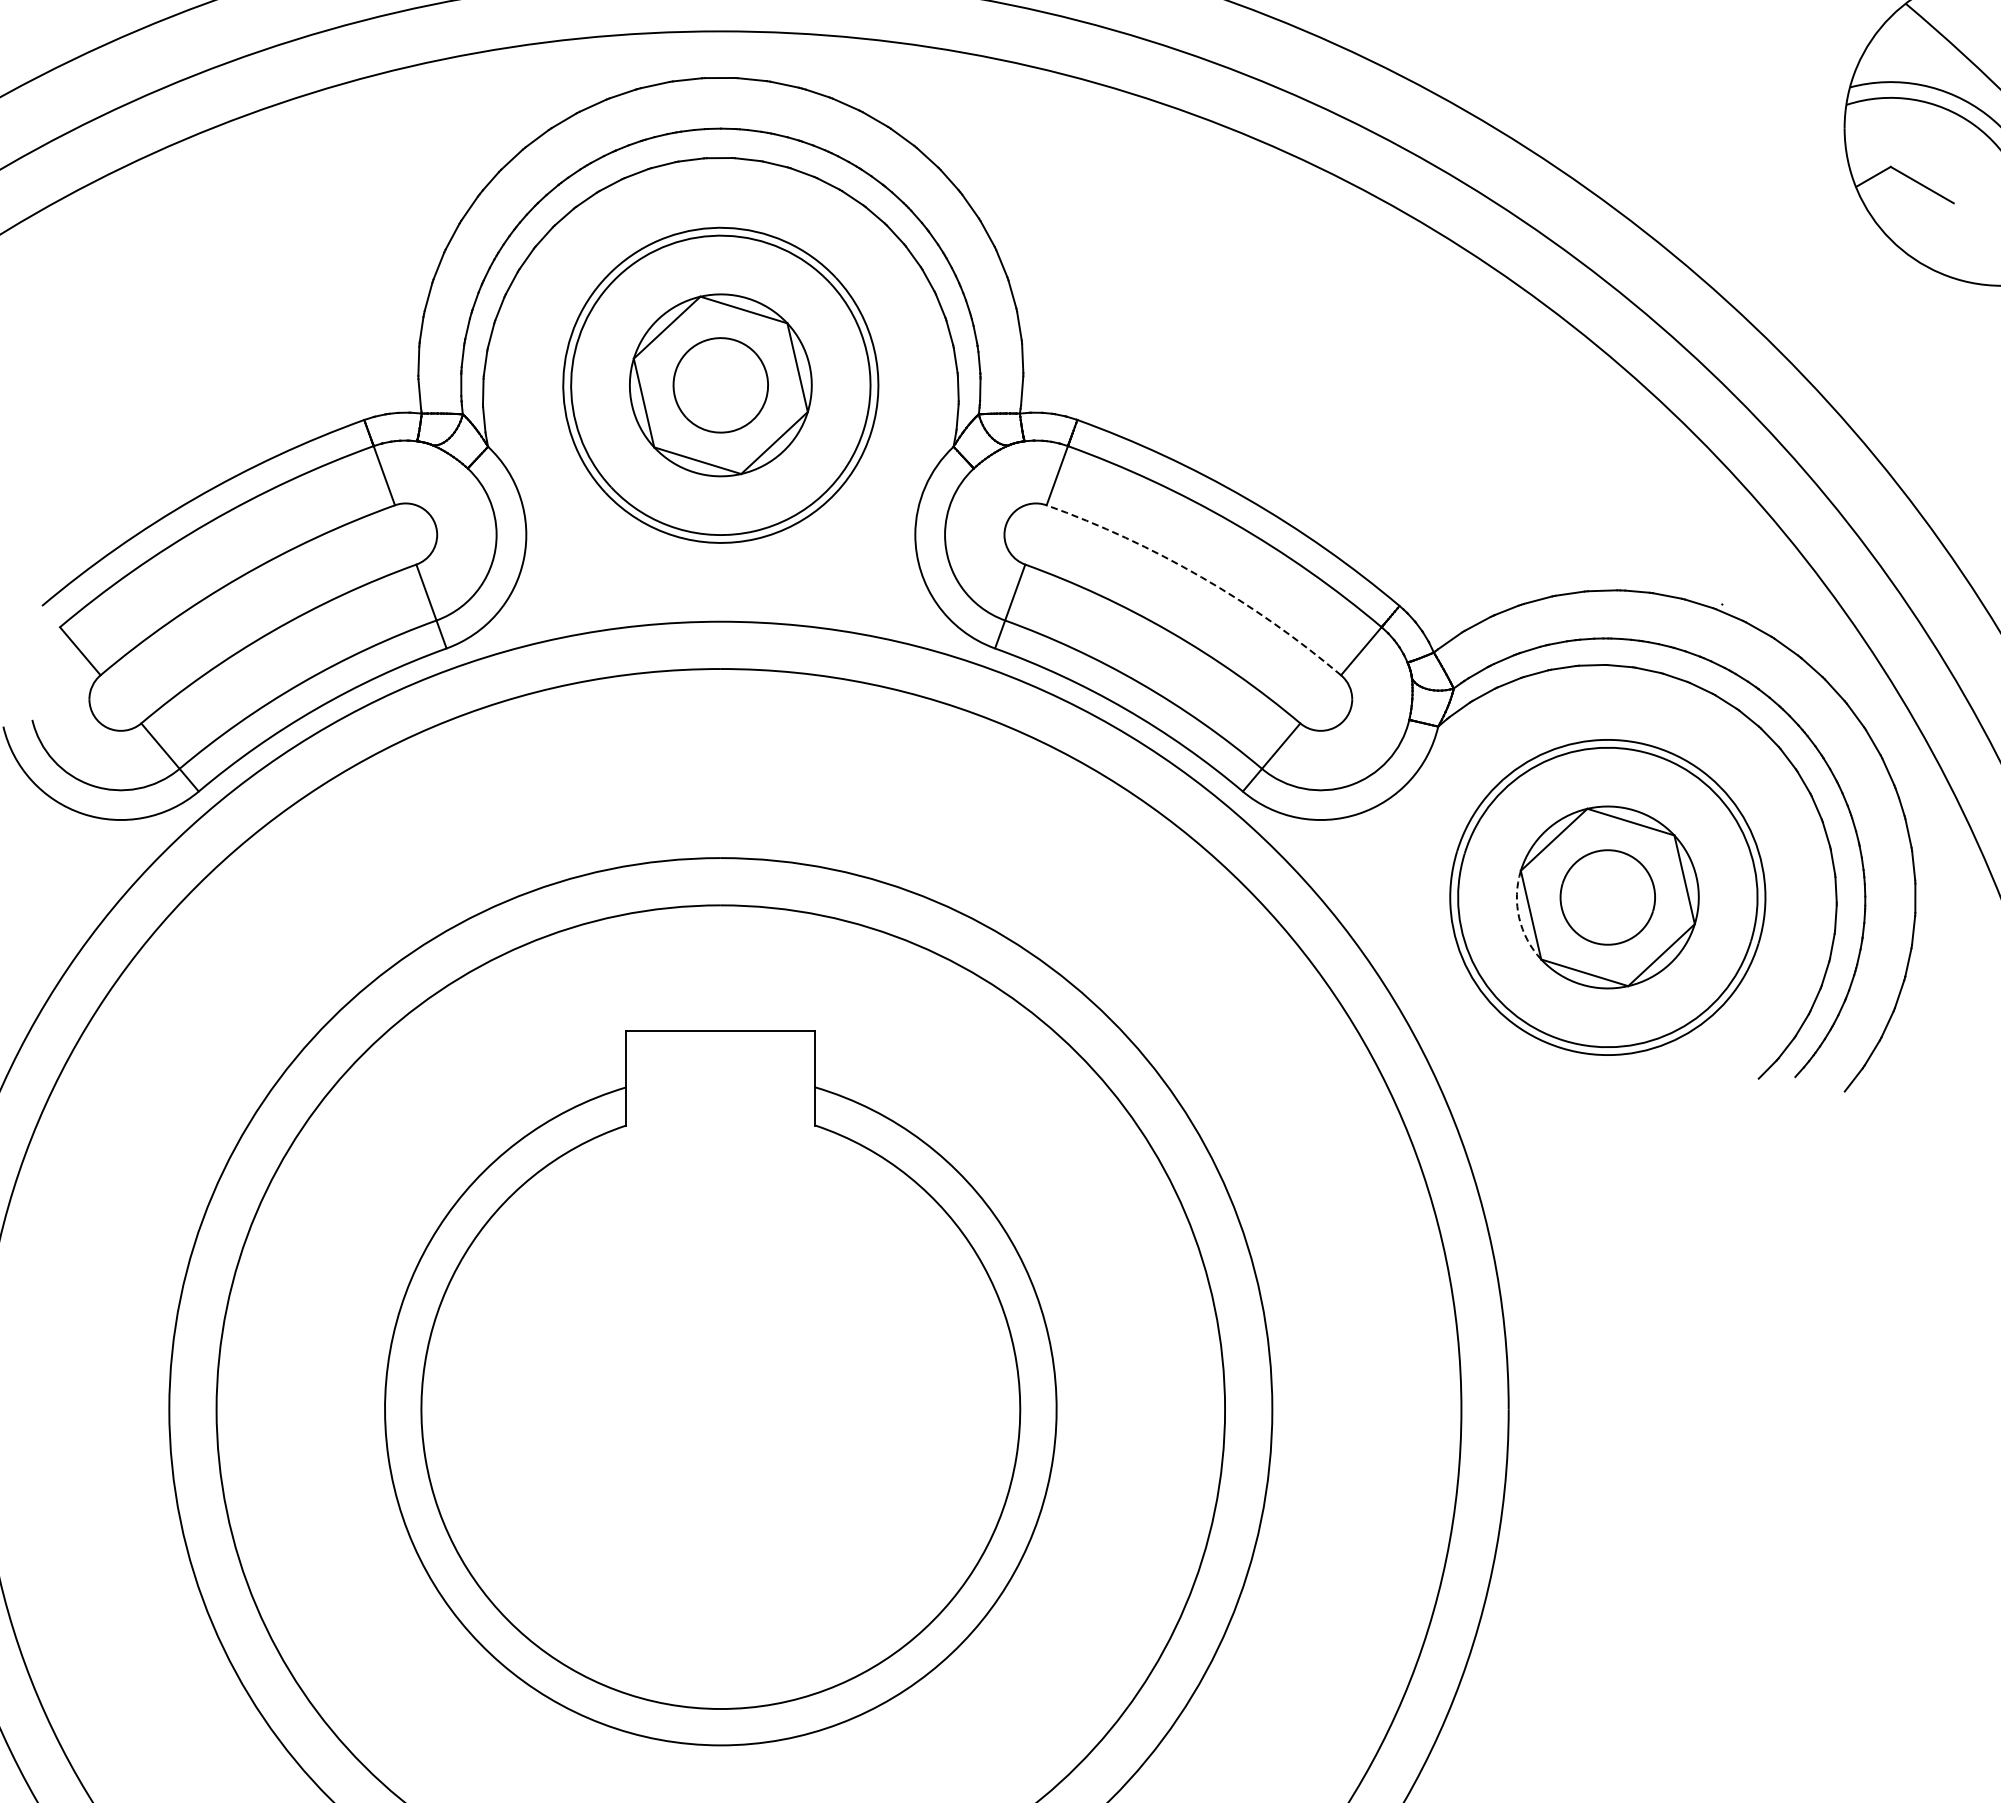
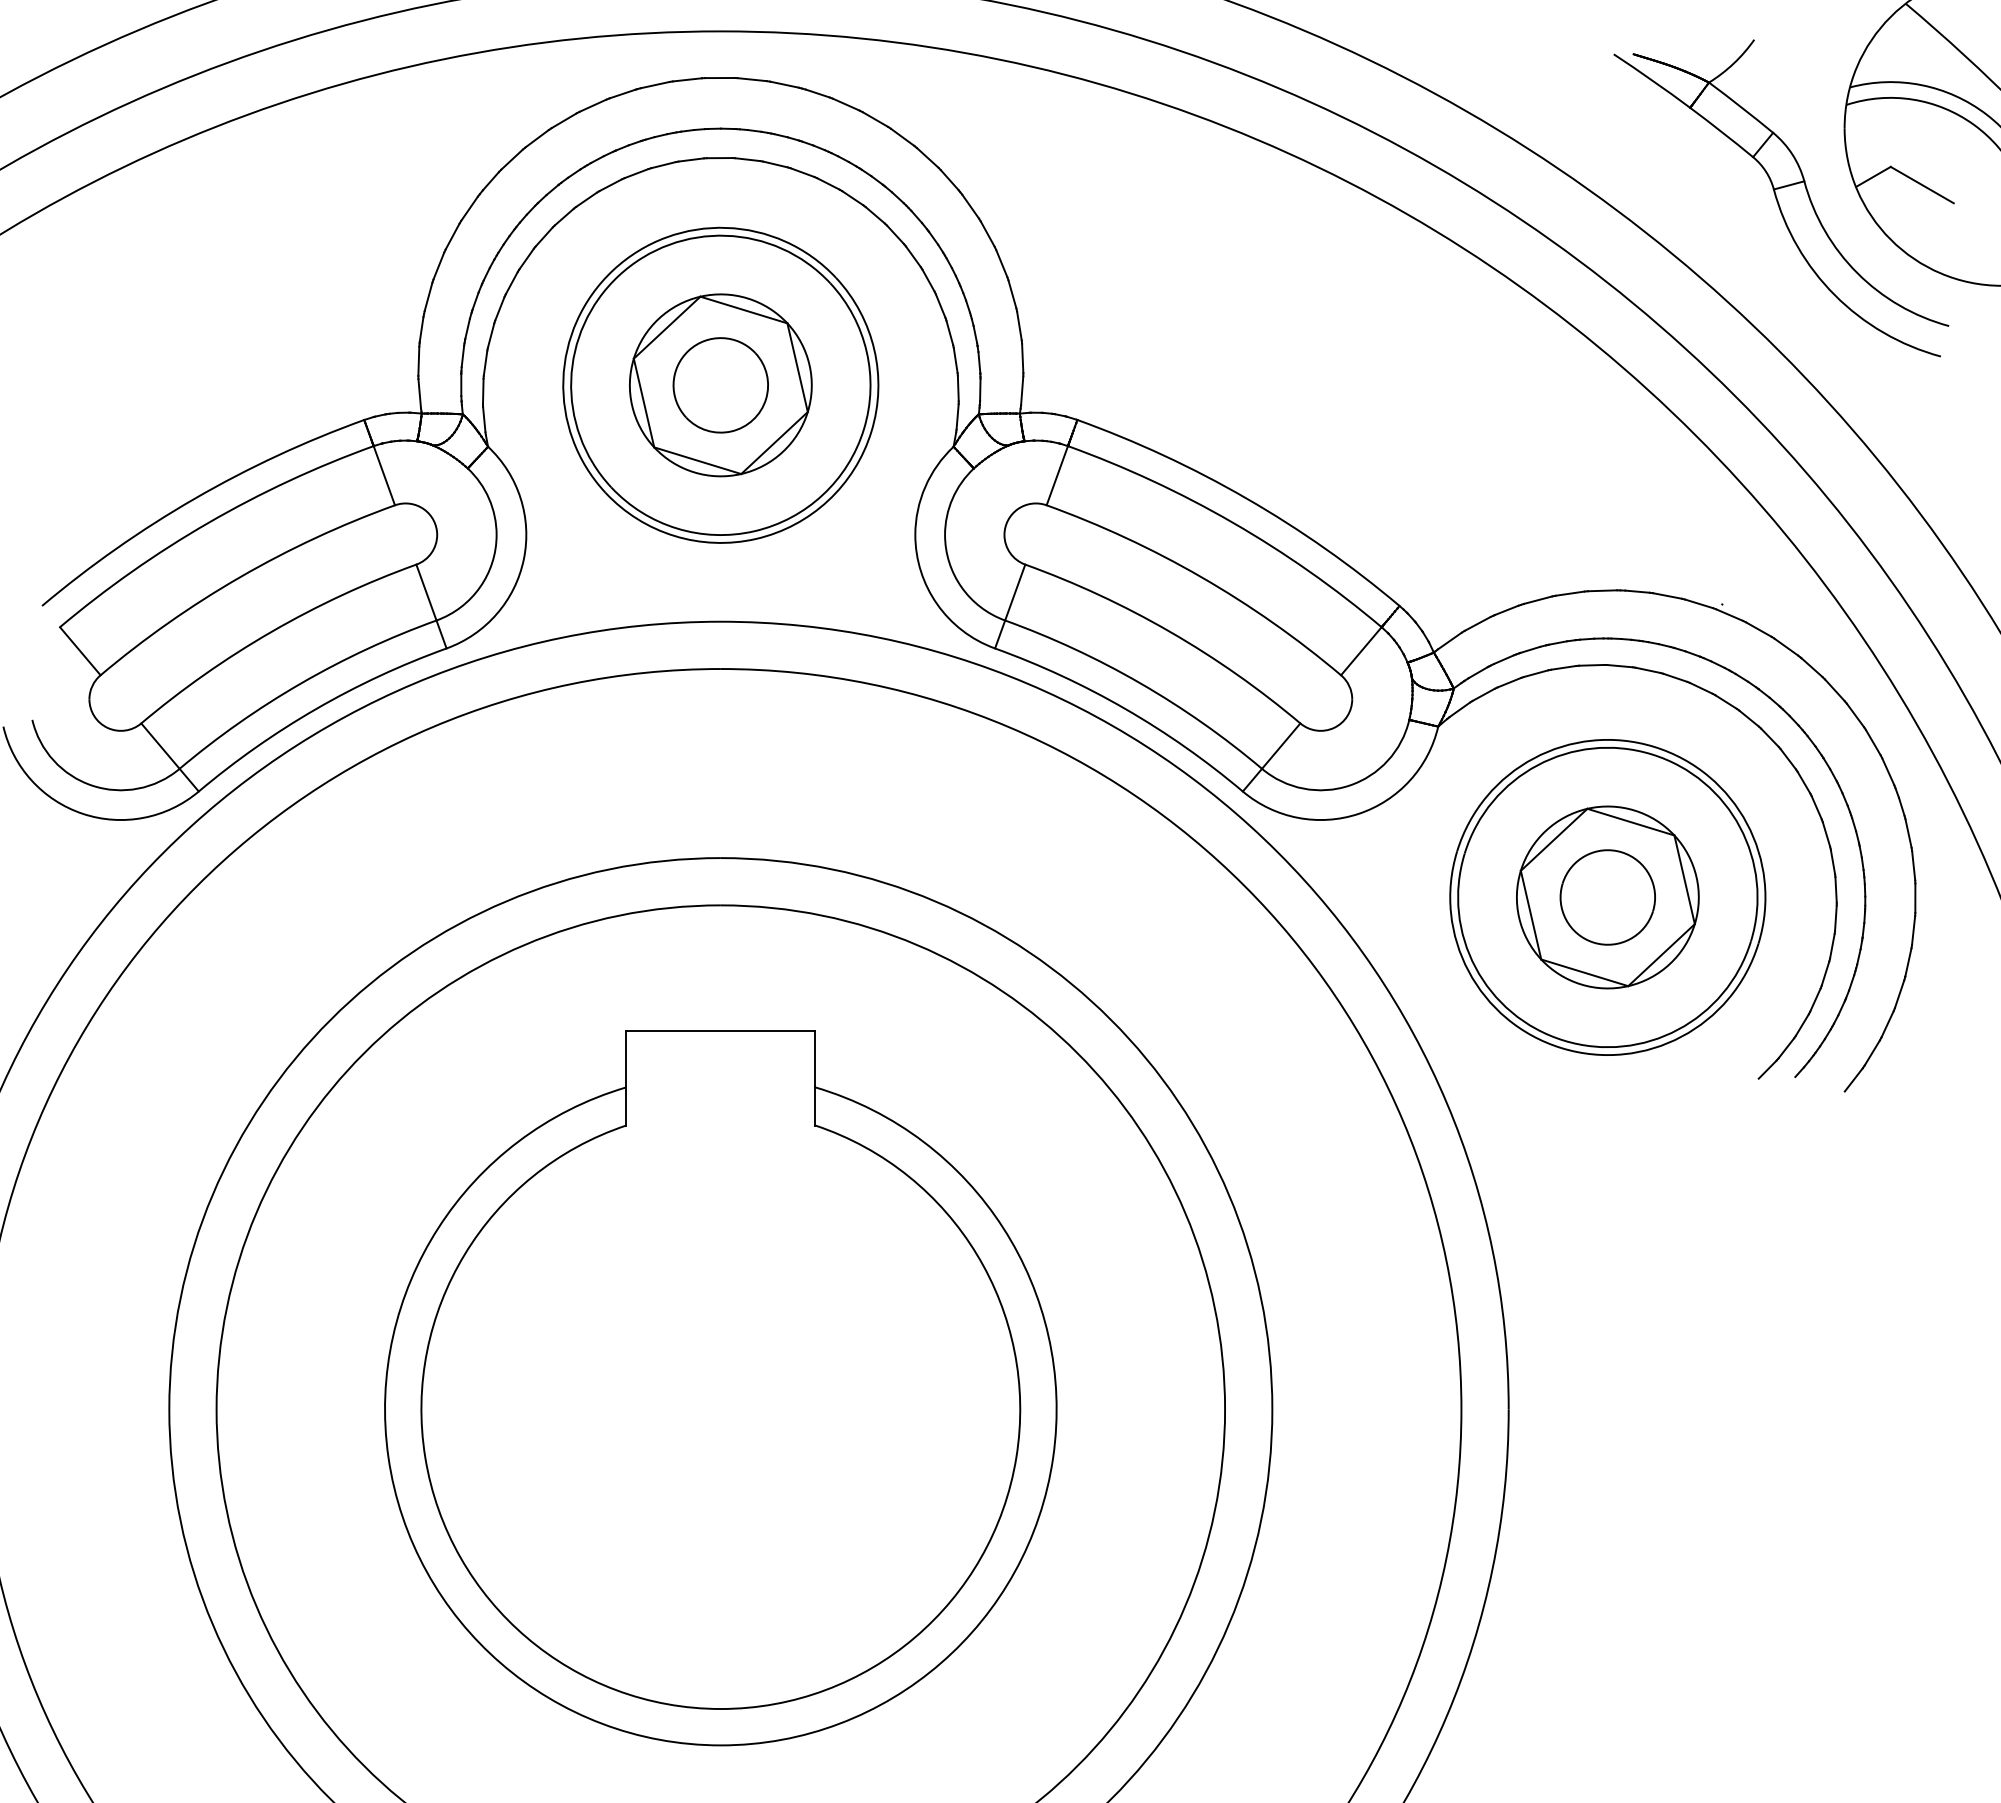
part at (1781, 198): none -> present
arc at (1201, 577): dashed -> solid
arc at (1519, 917): dashed -> solid
